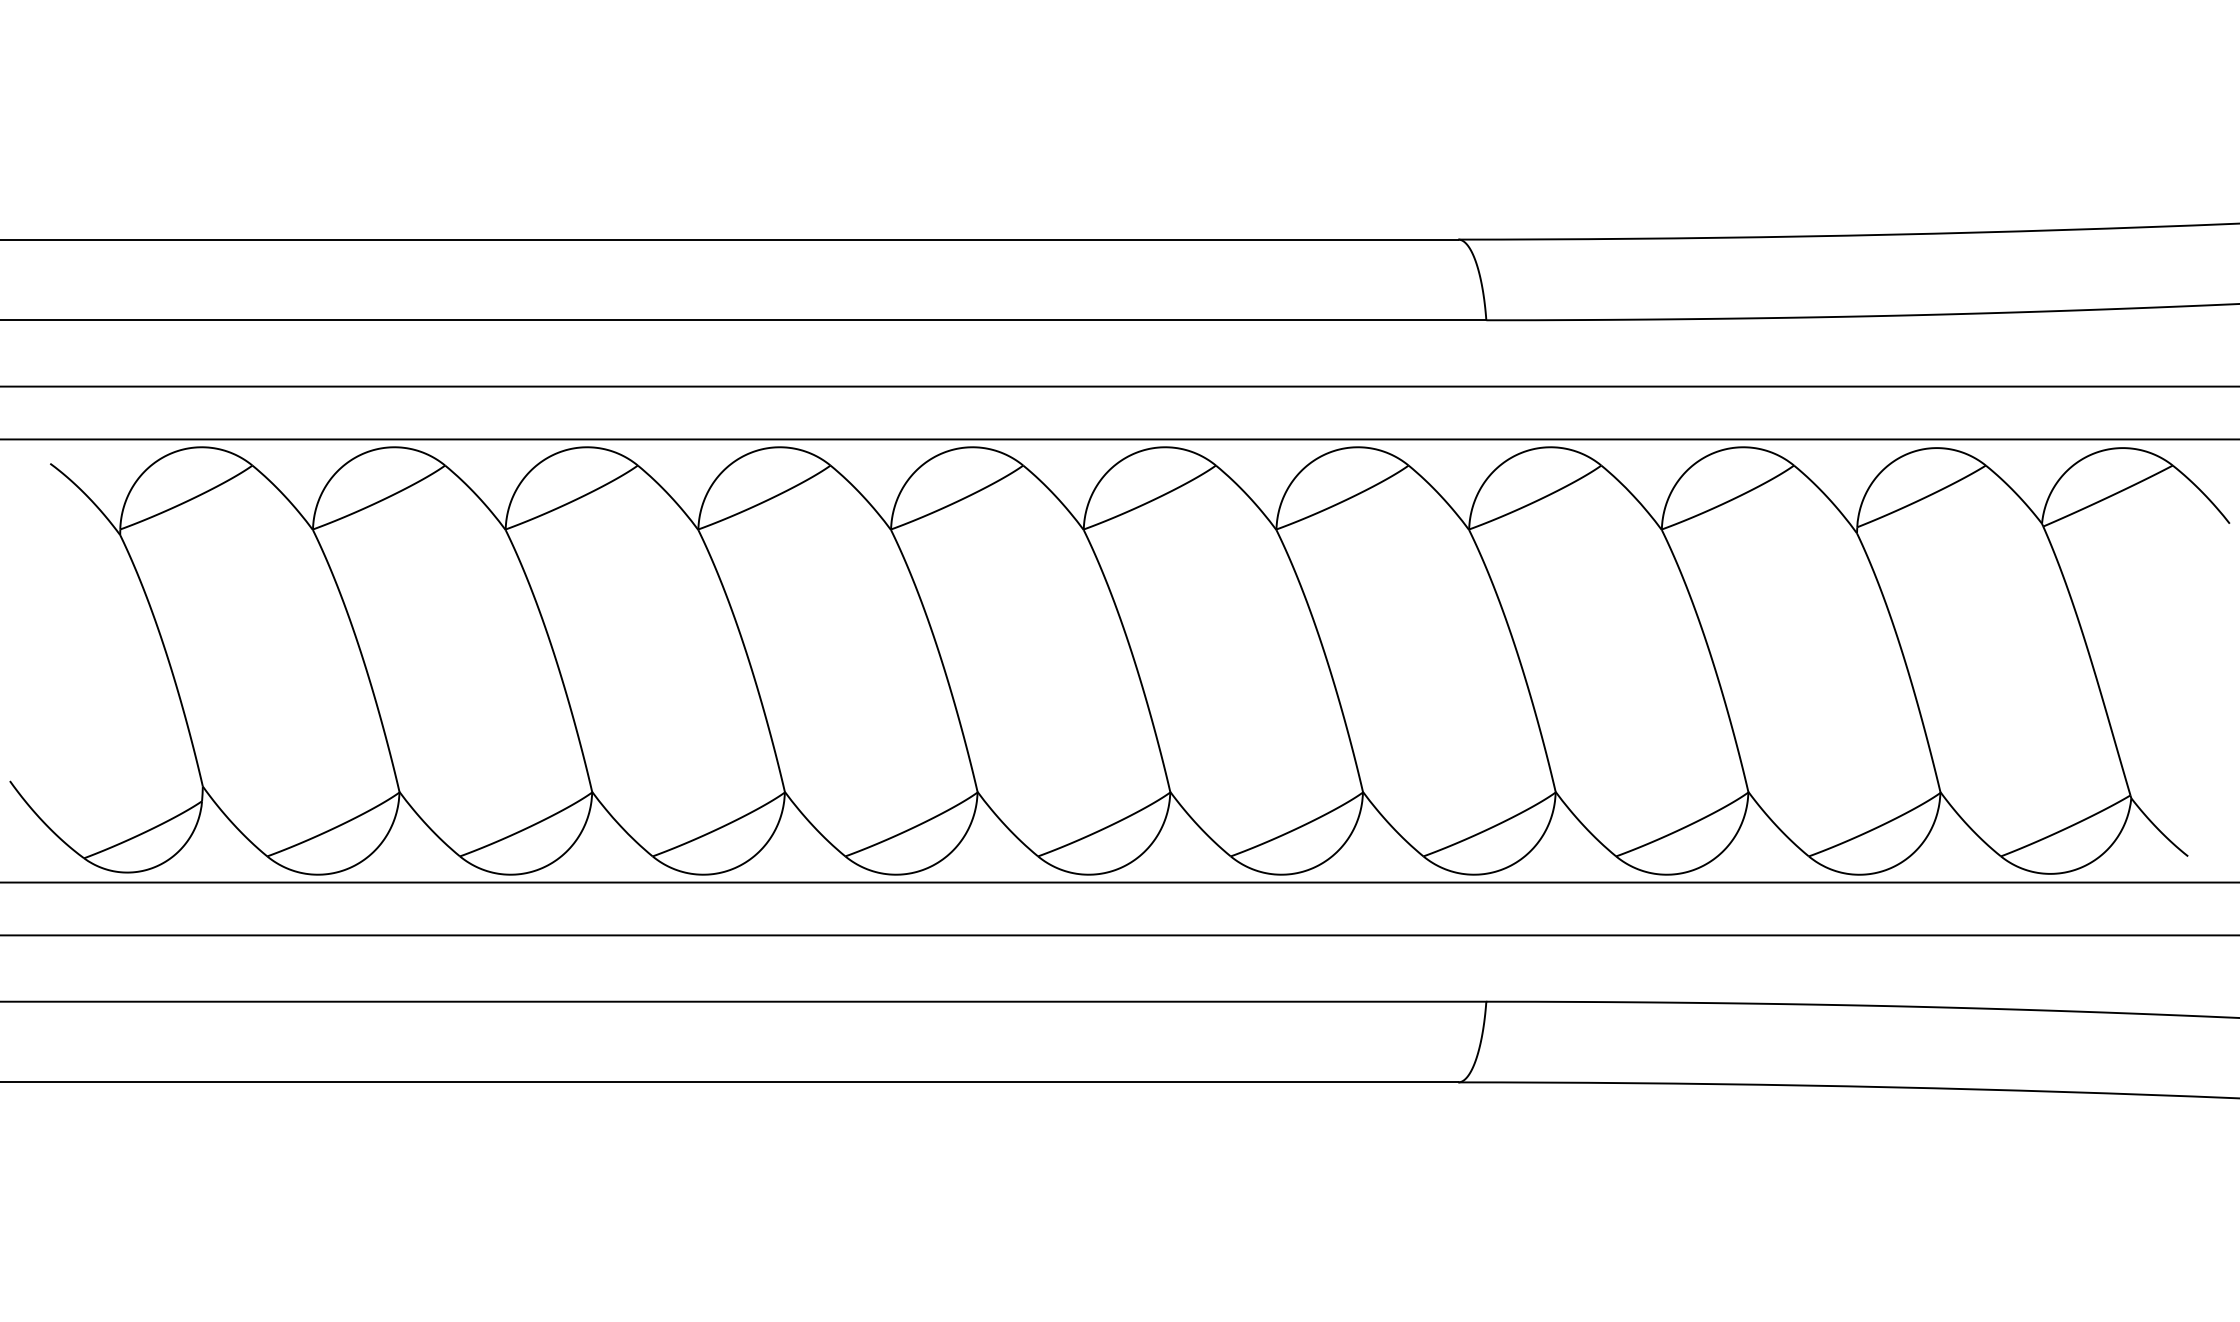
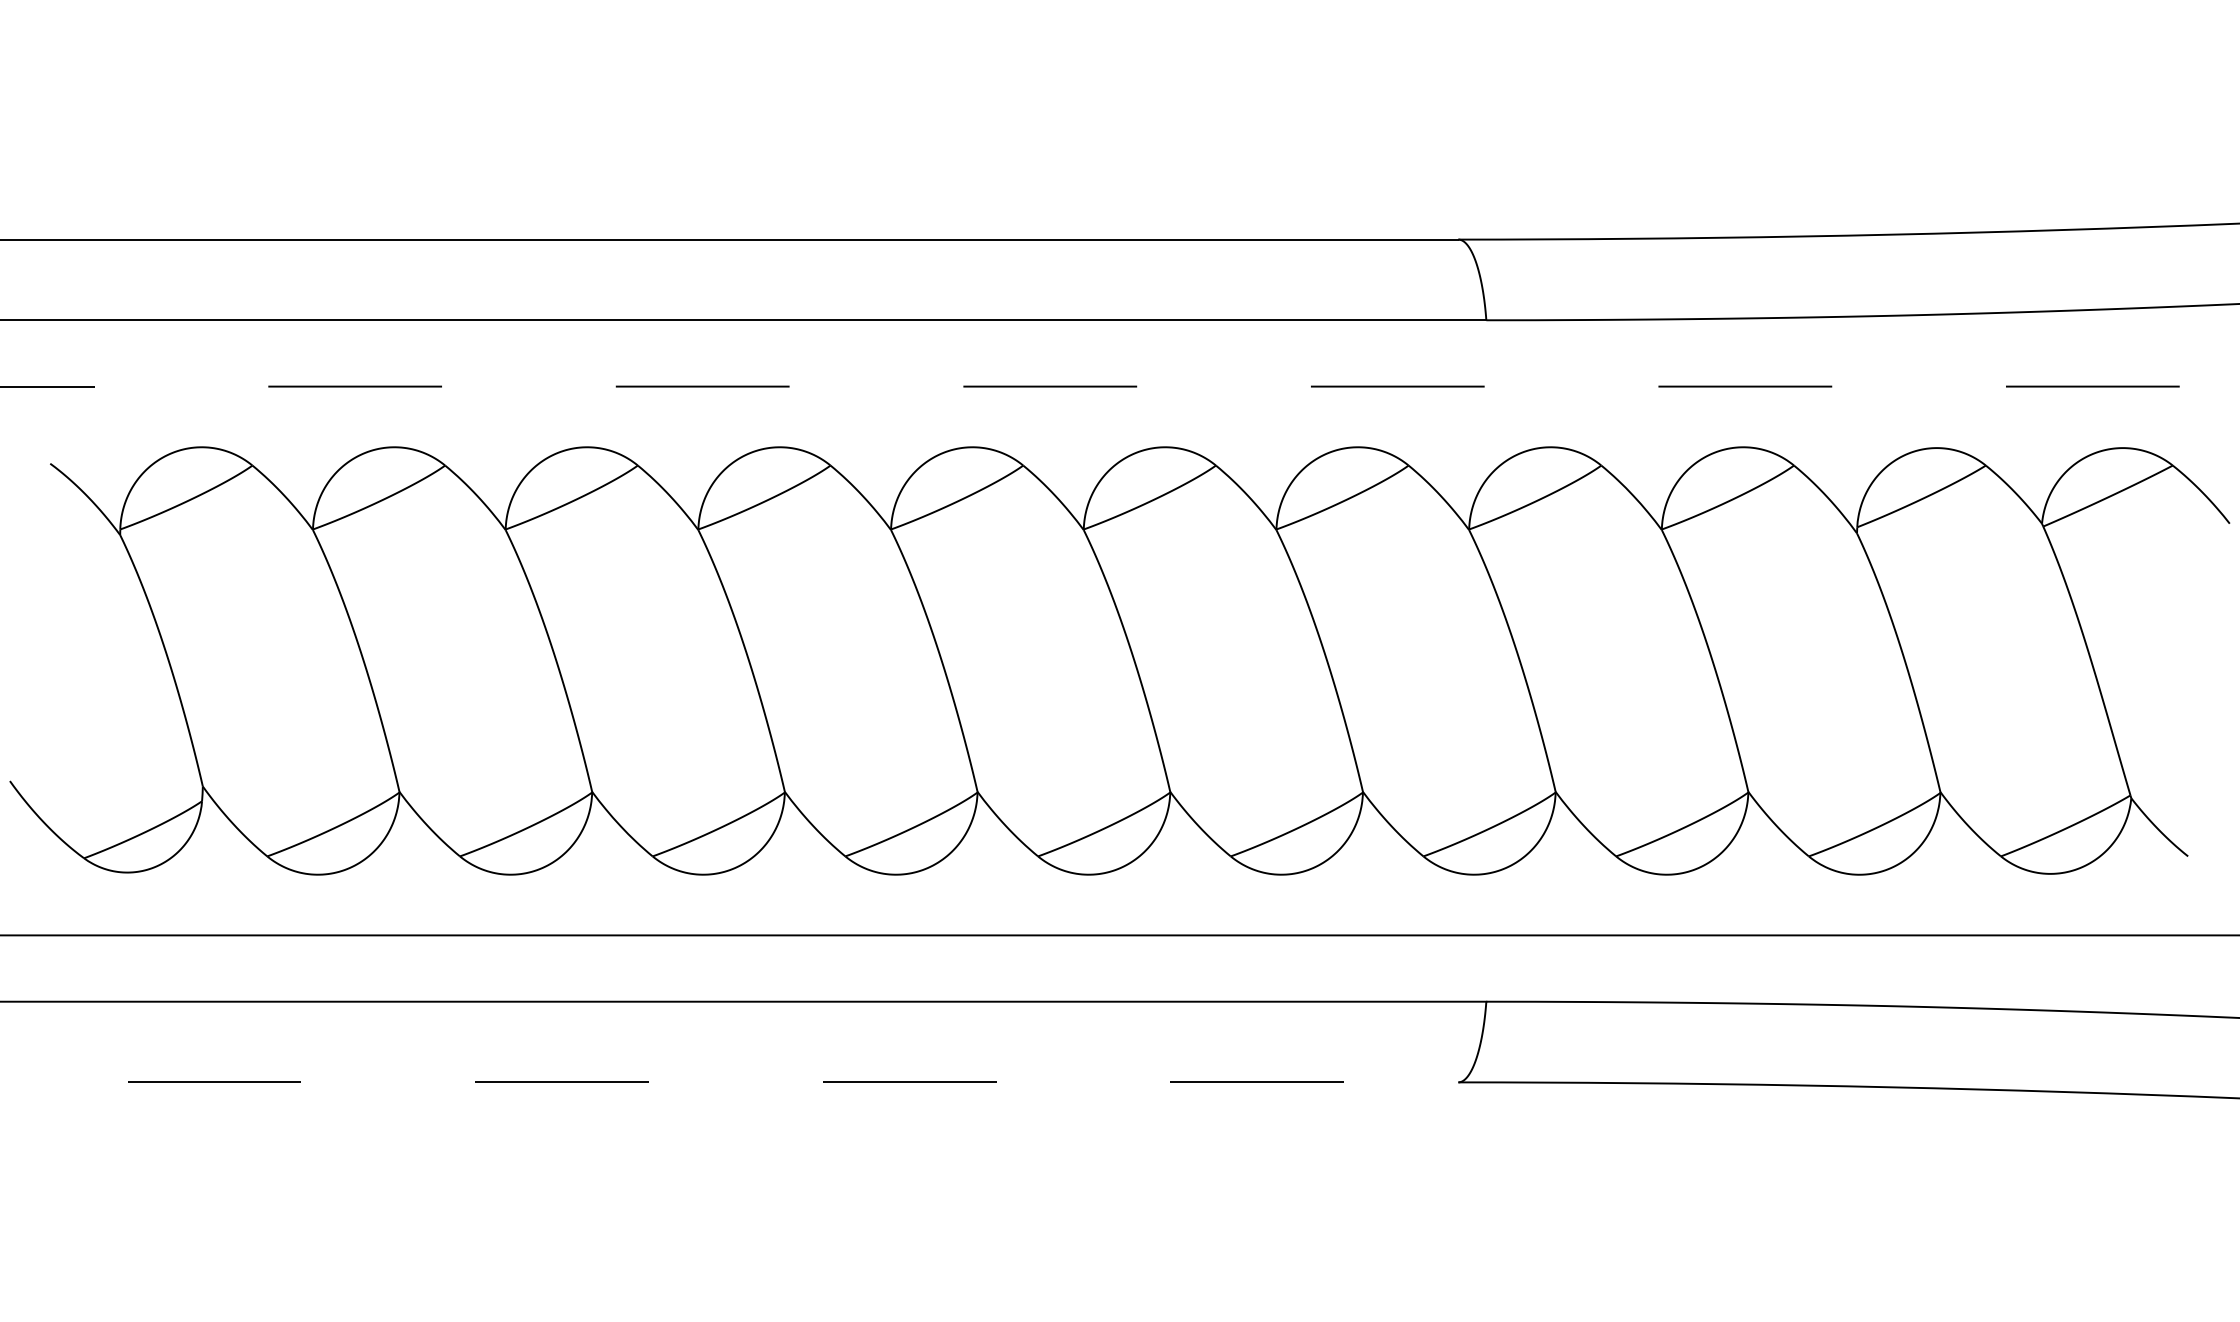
line at (1120, 386): solid -> dashed
line at (1119, 439): present -> none
line at (1119, 882): present -> none
line at (729, 1082): solid -> dashed
